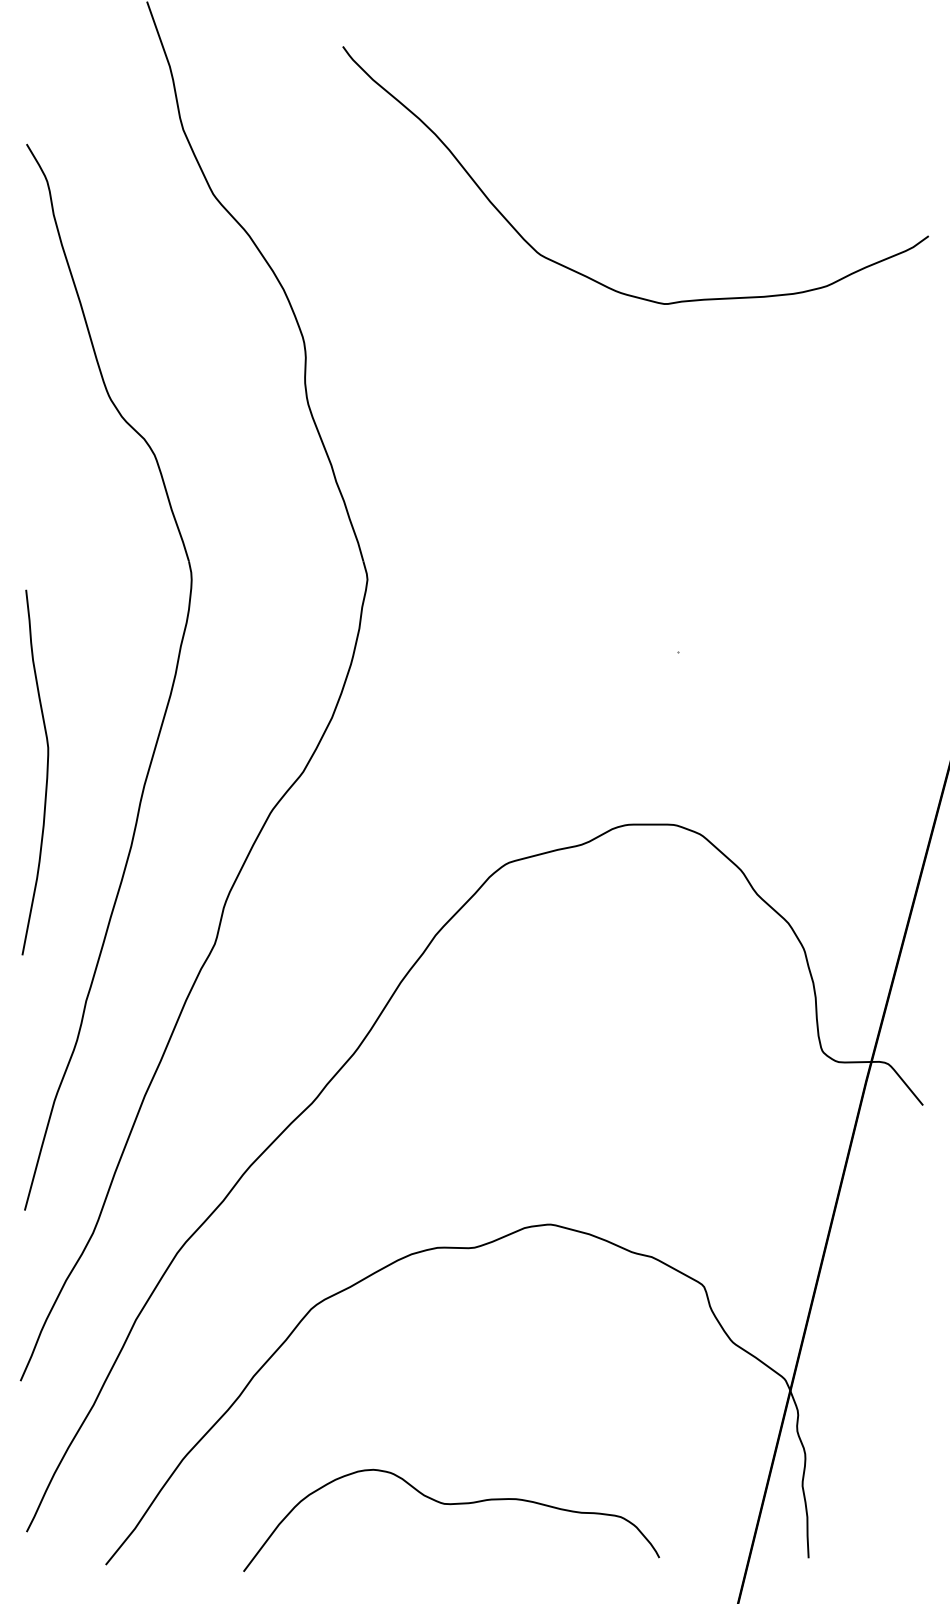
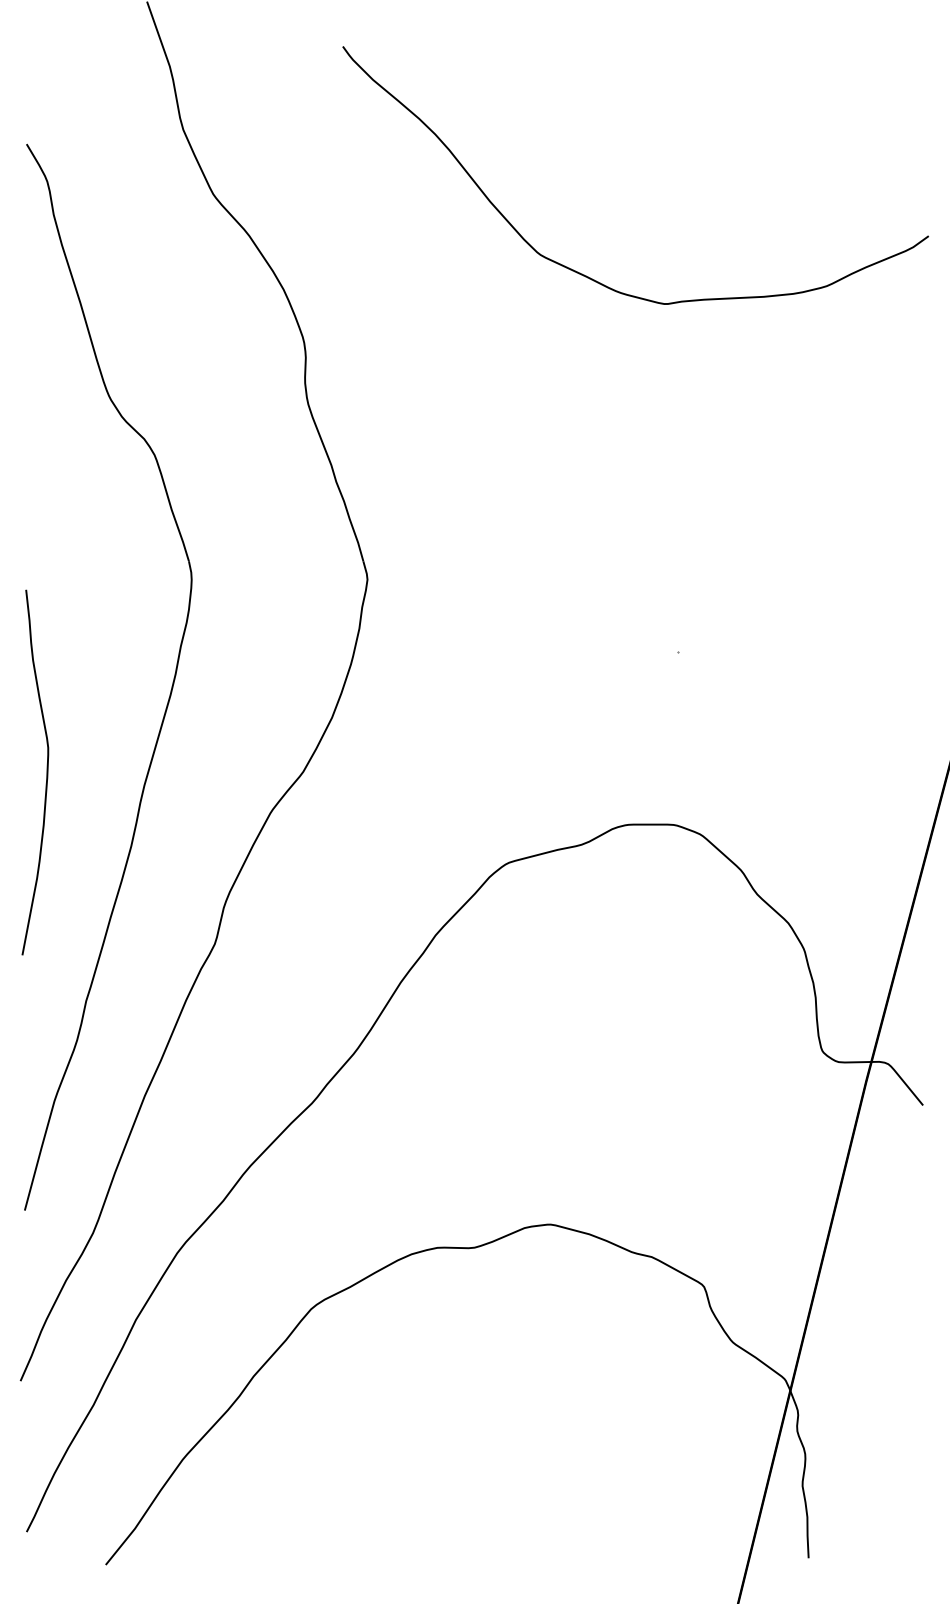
curve at (450, 1505): present -> none
